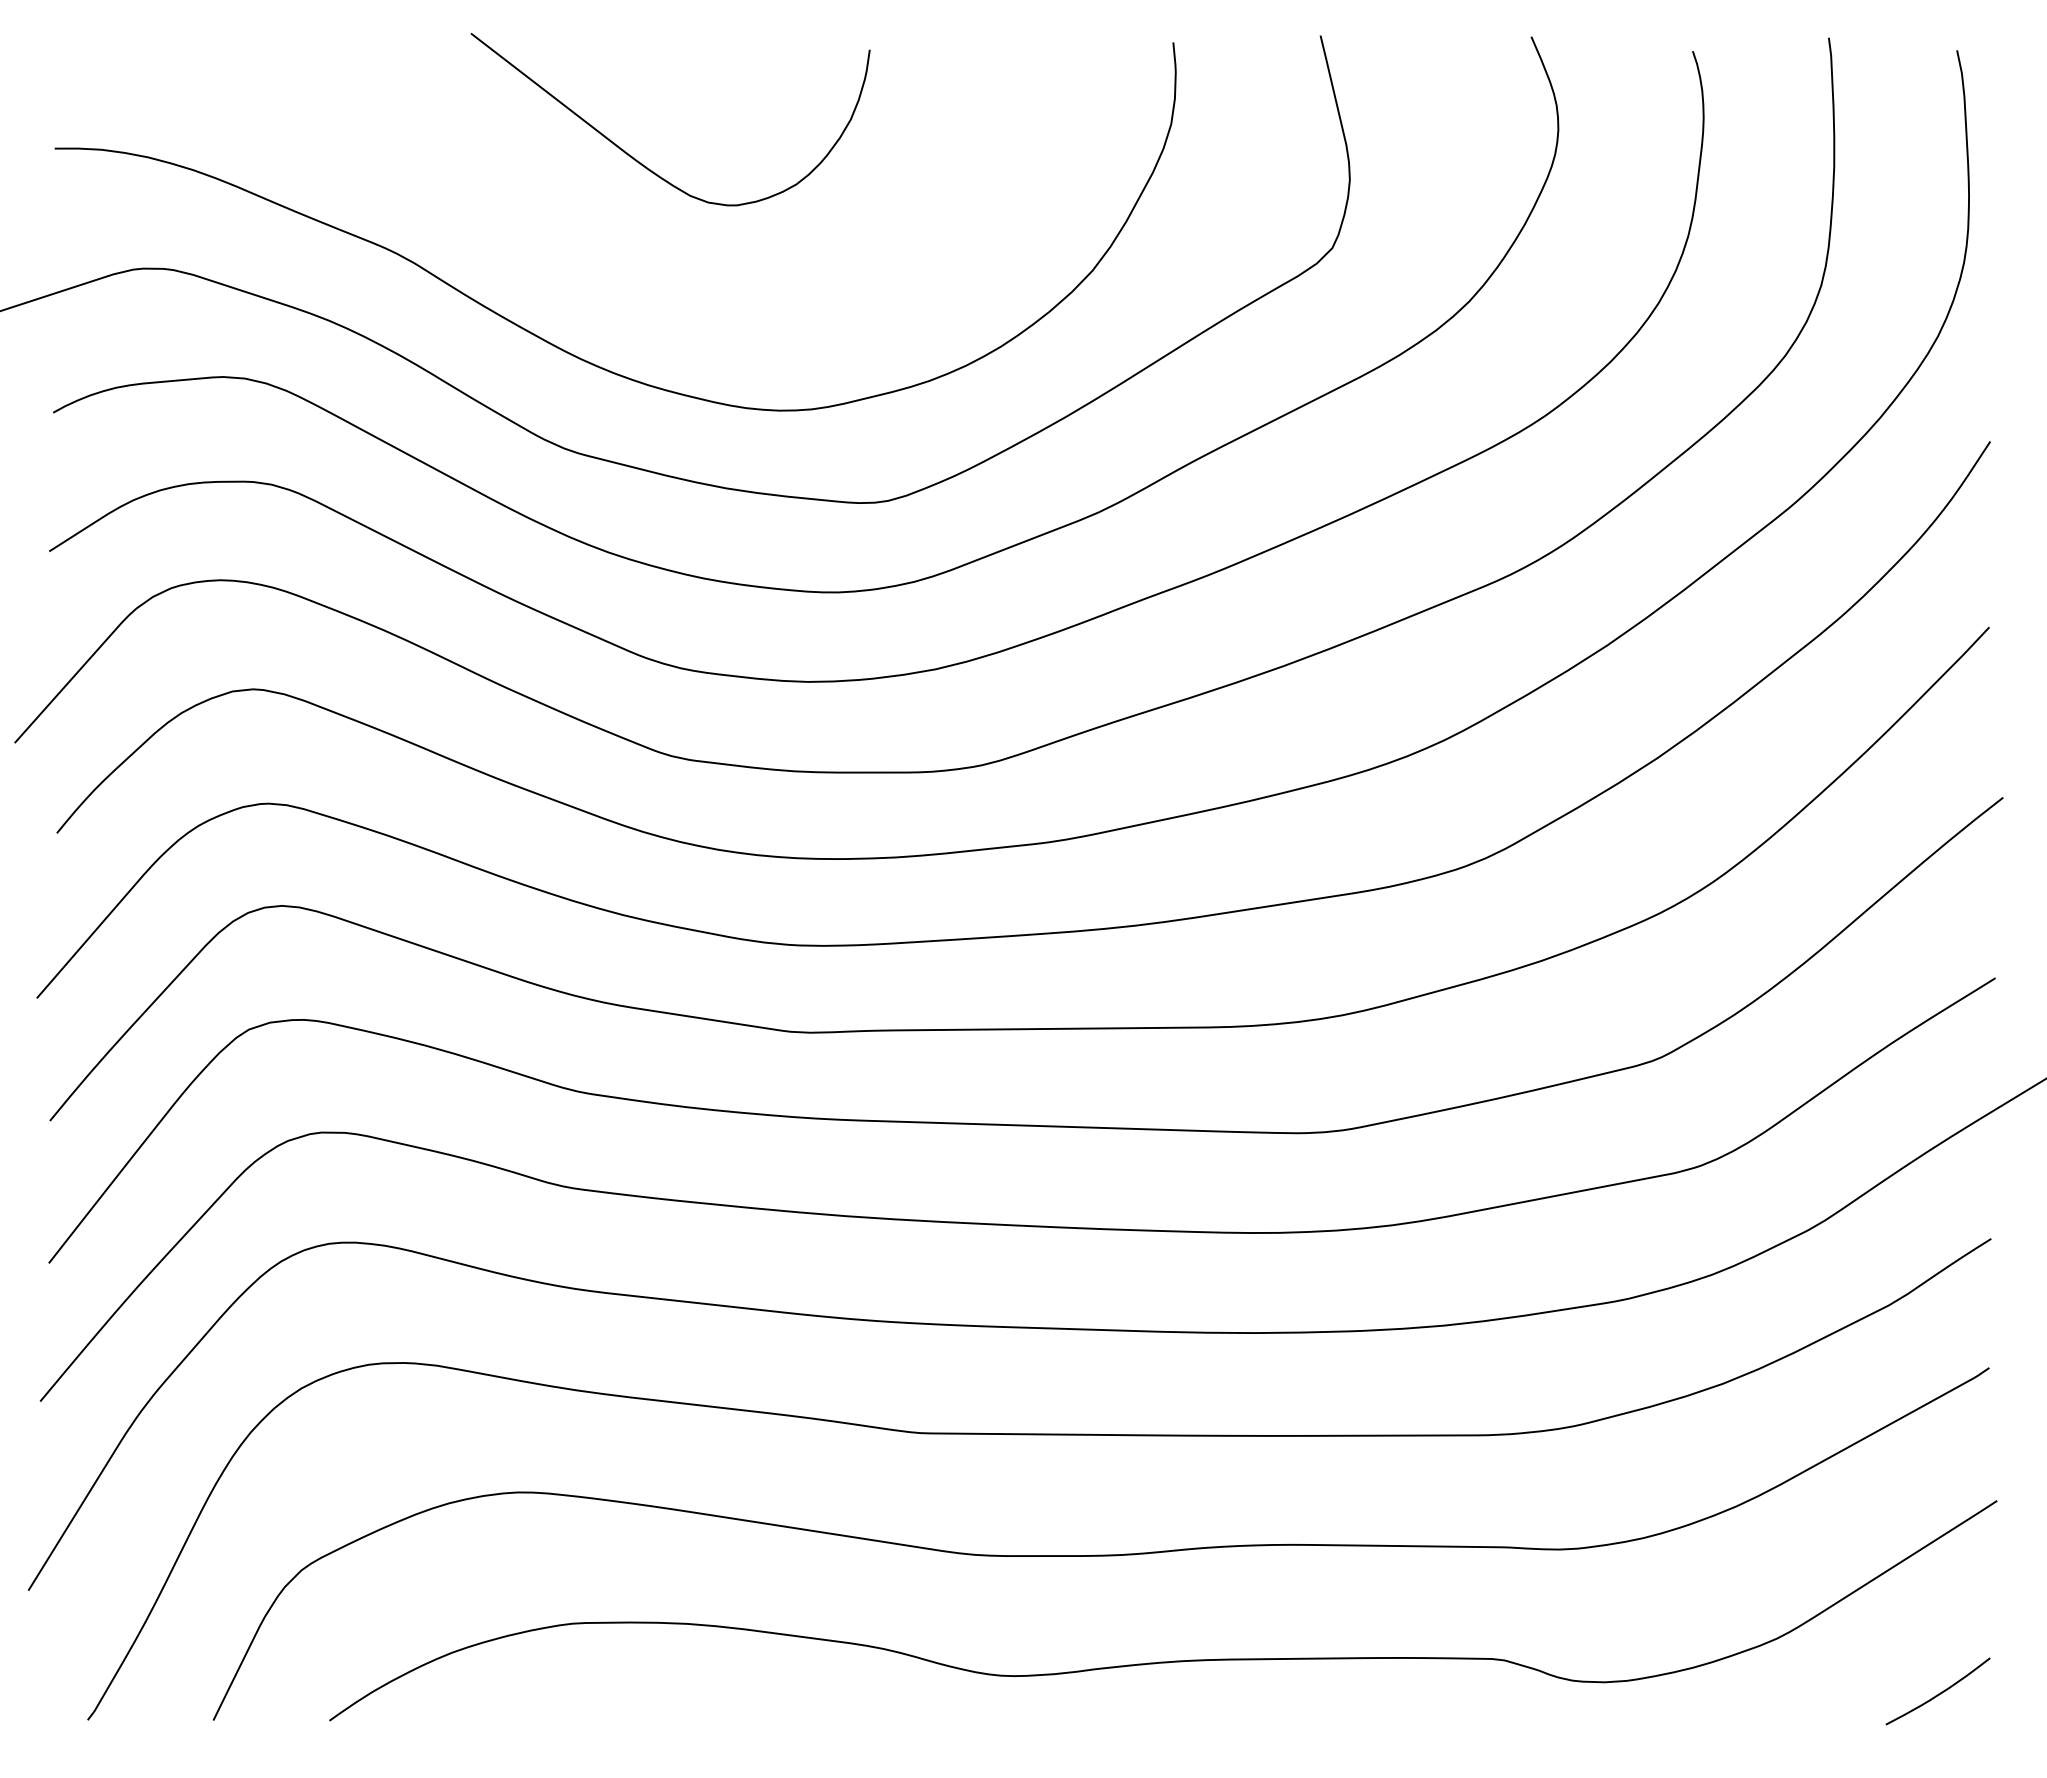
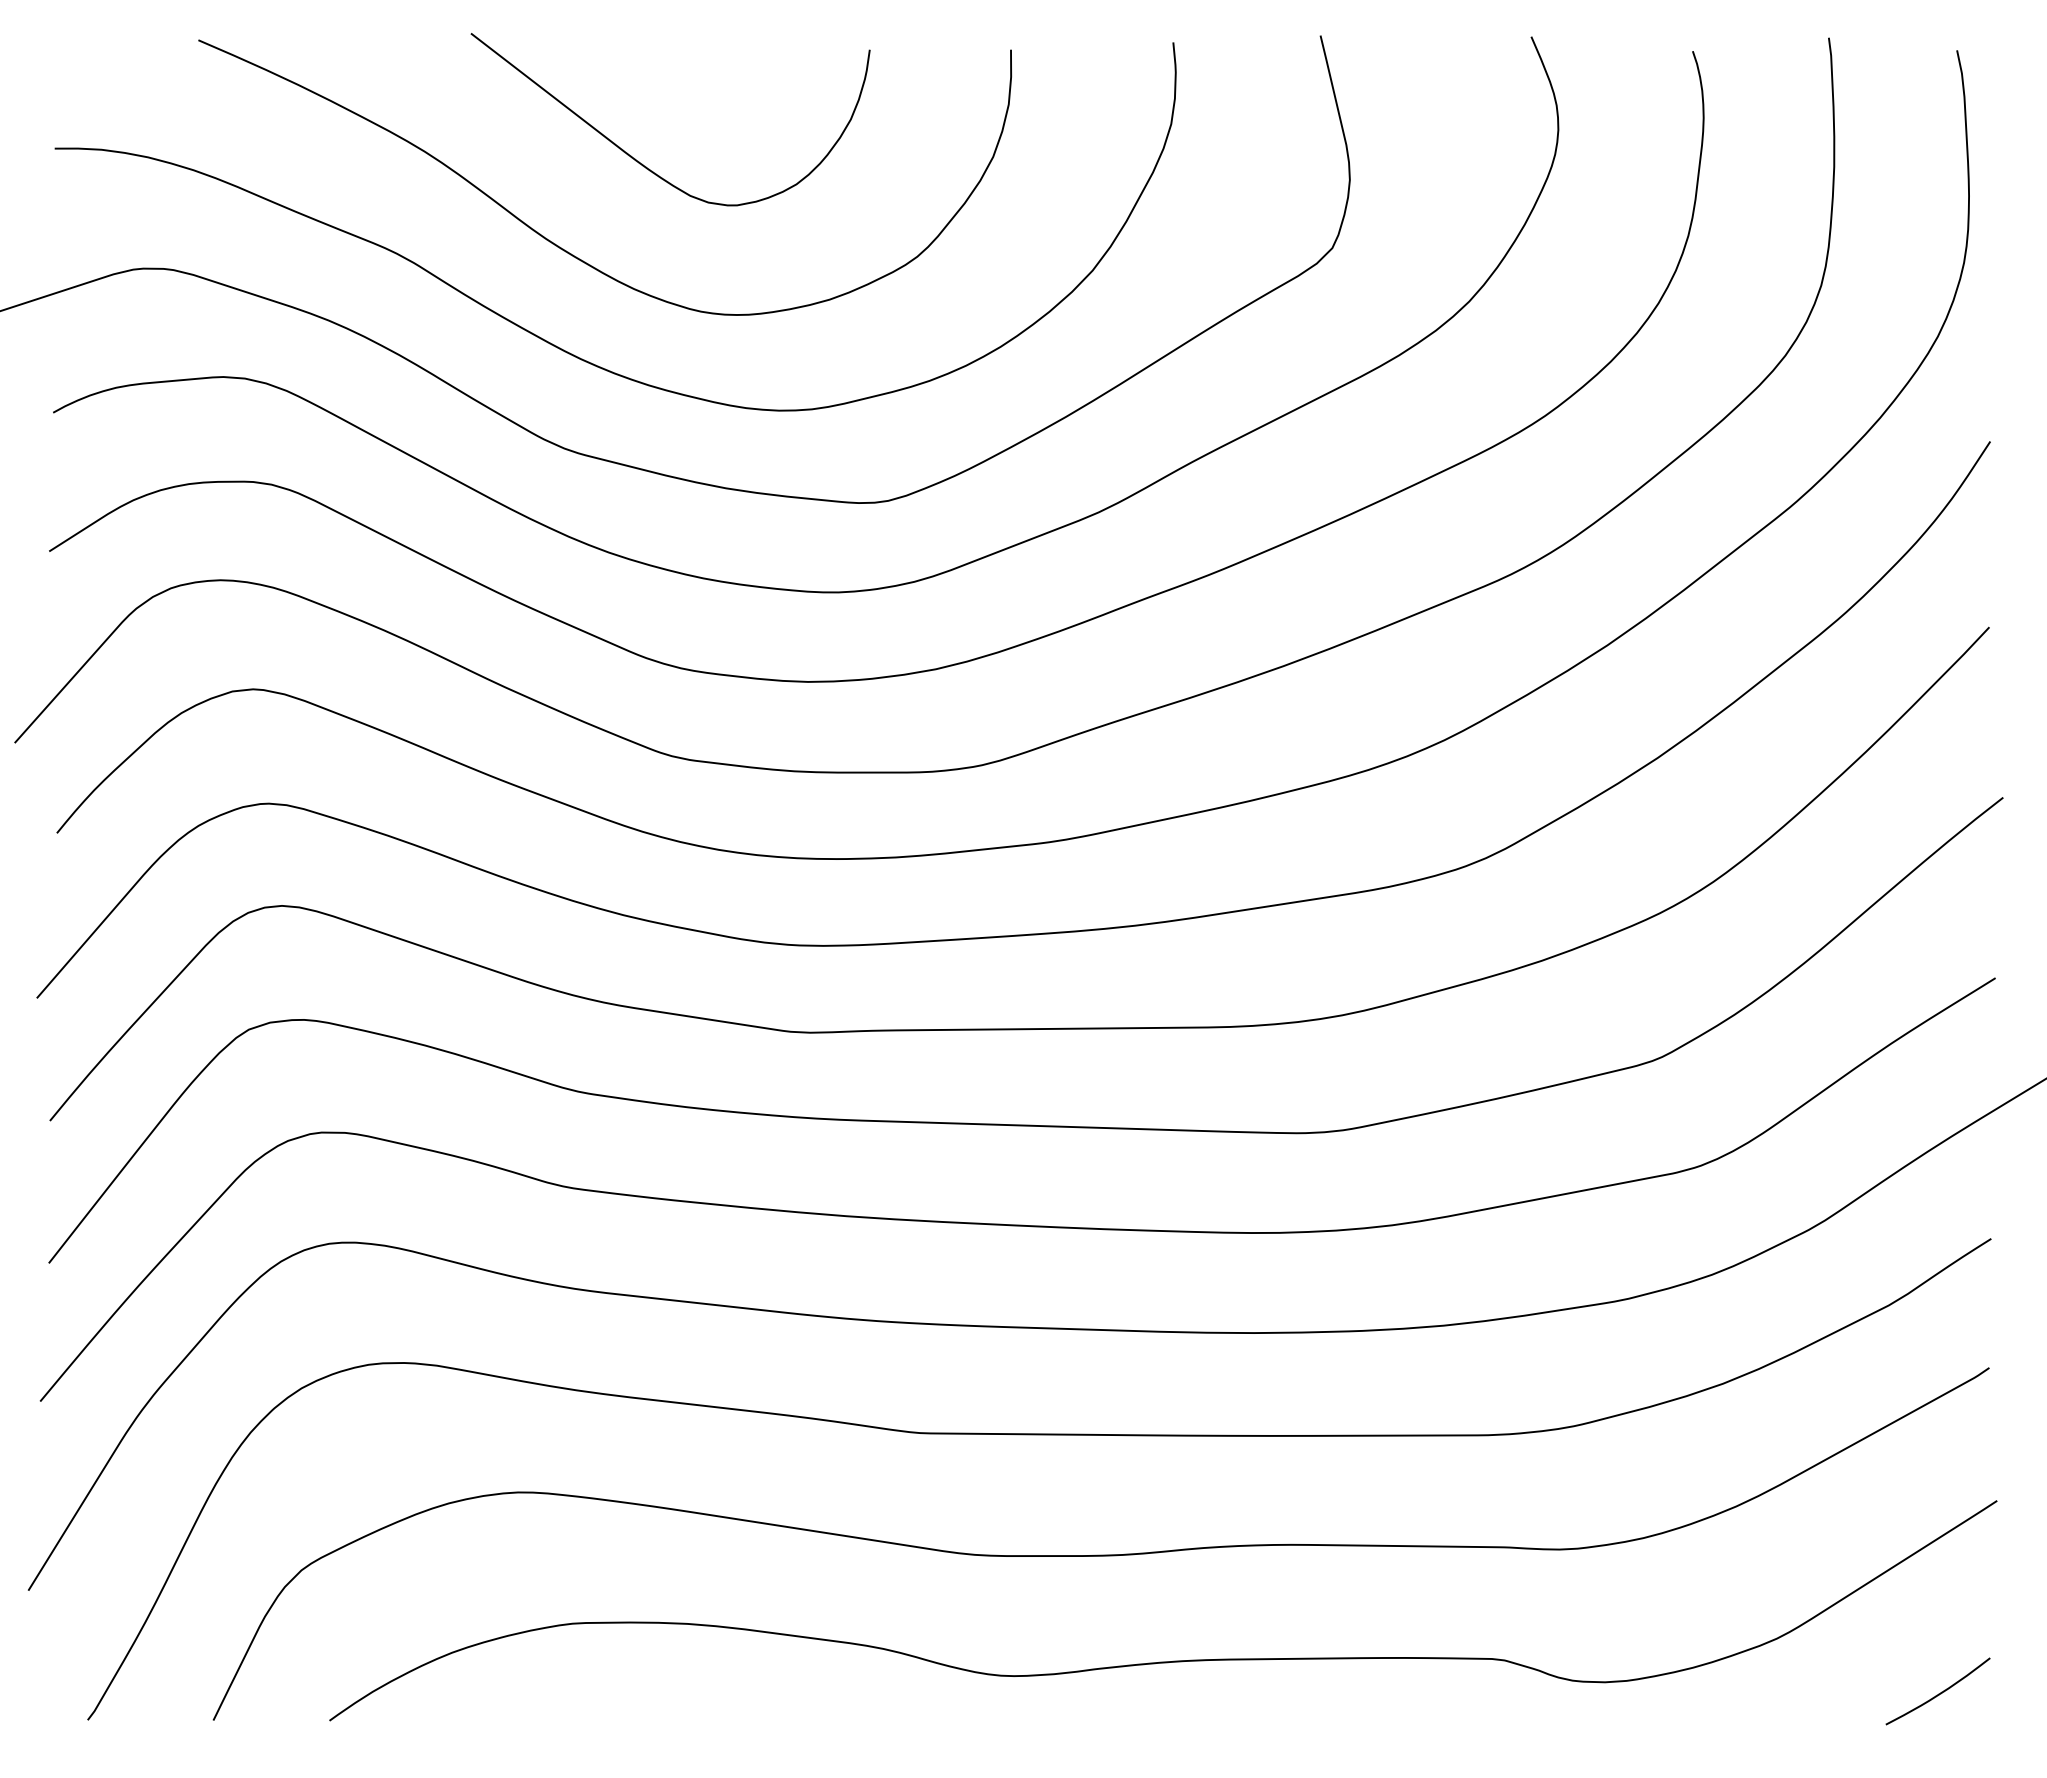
curve at (563, 248): none -> present
